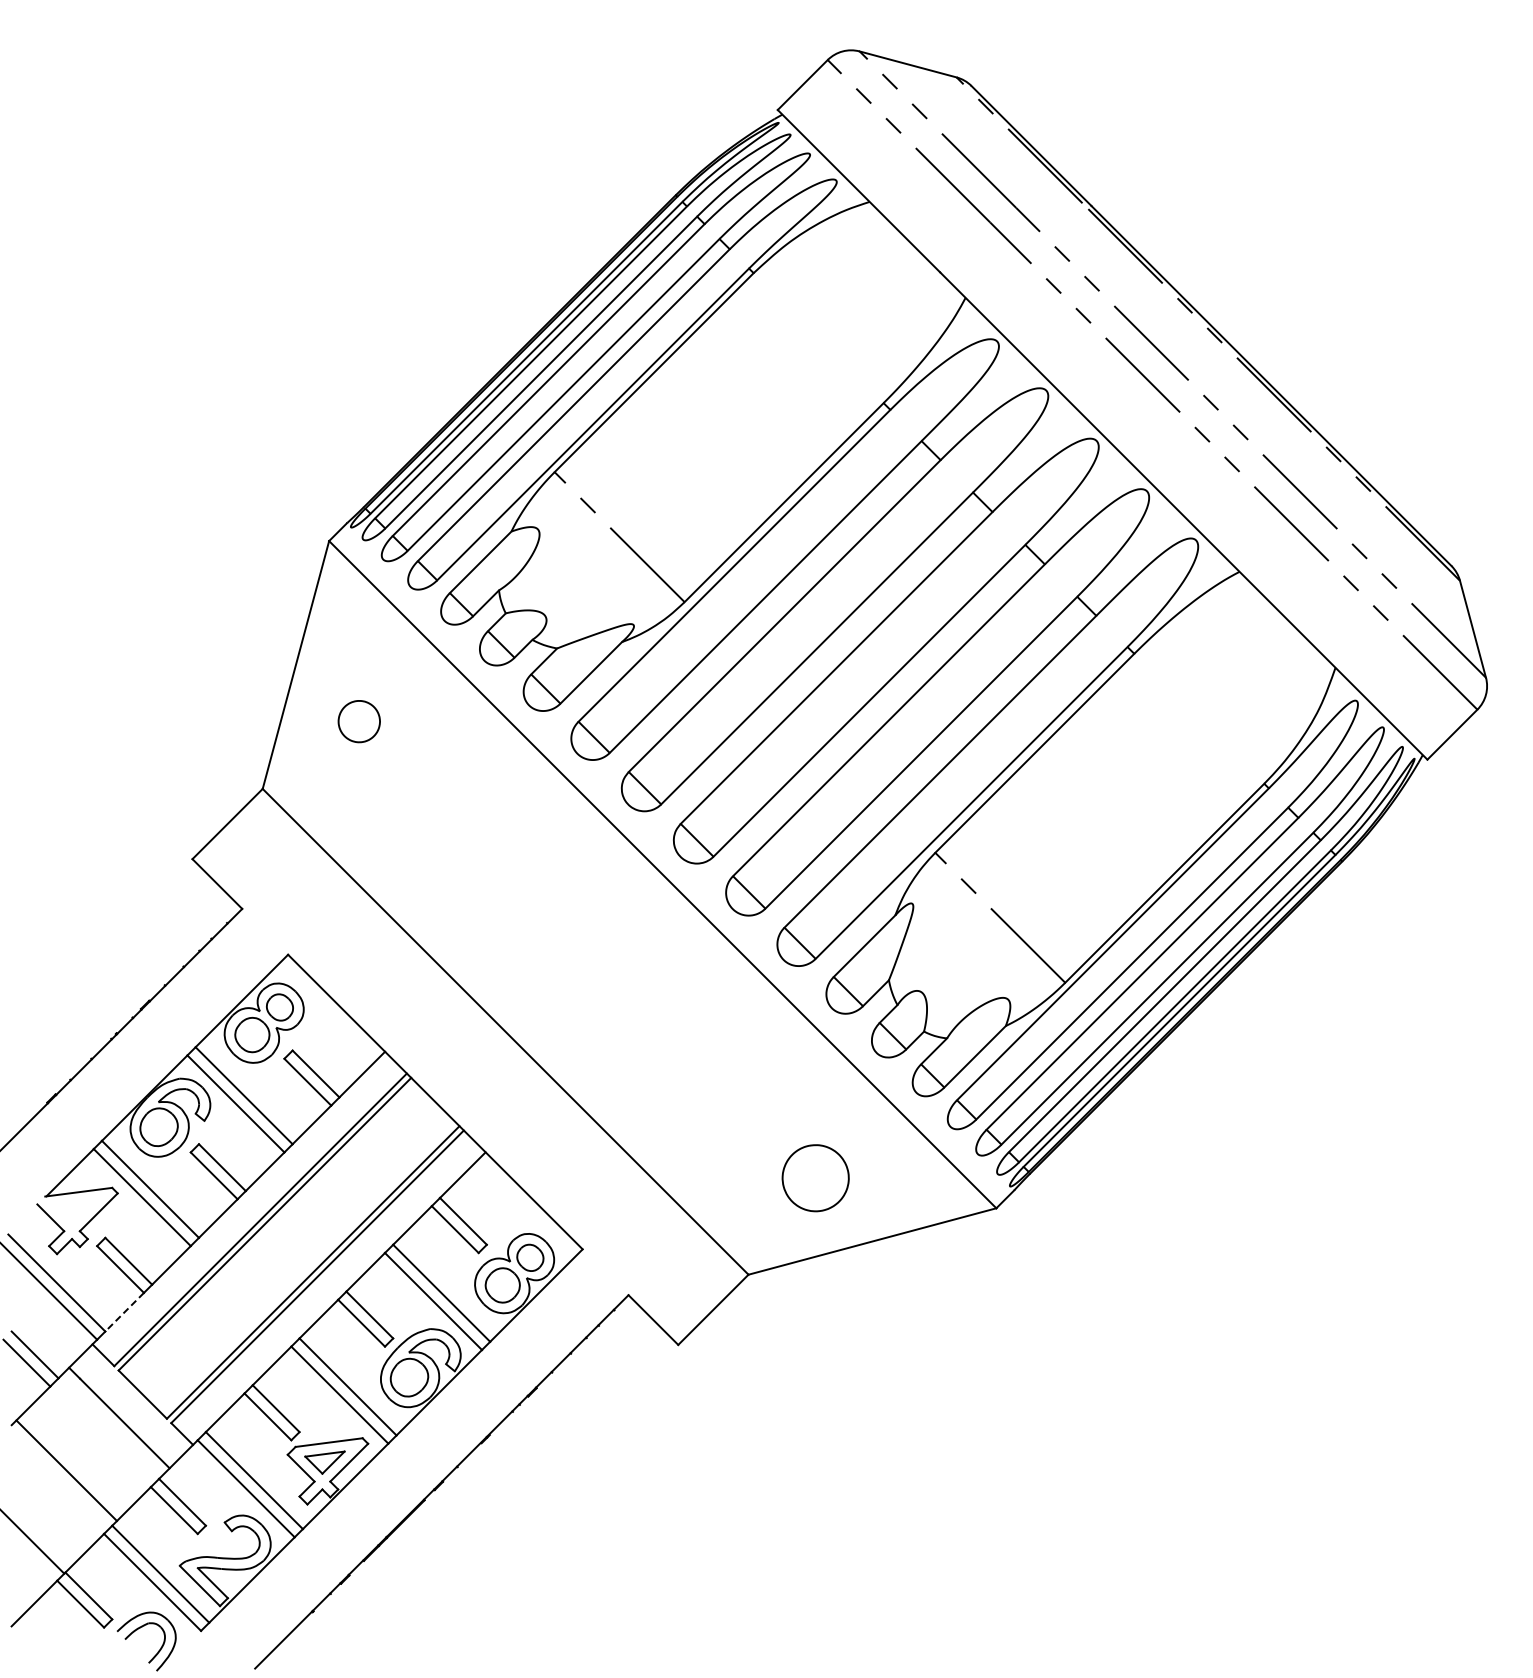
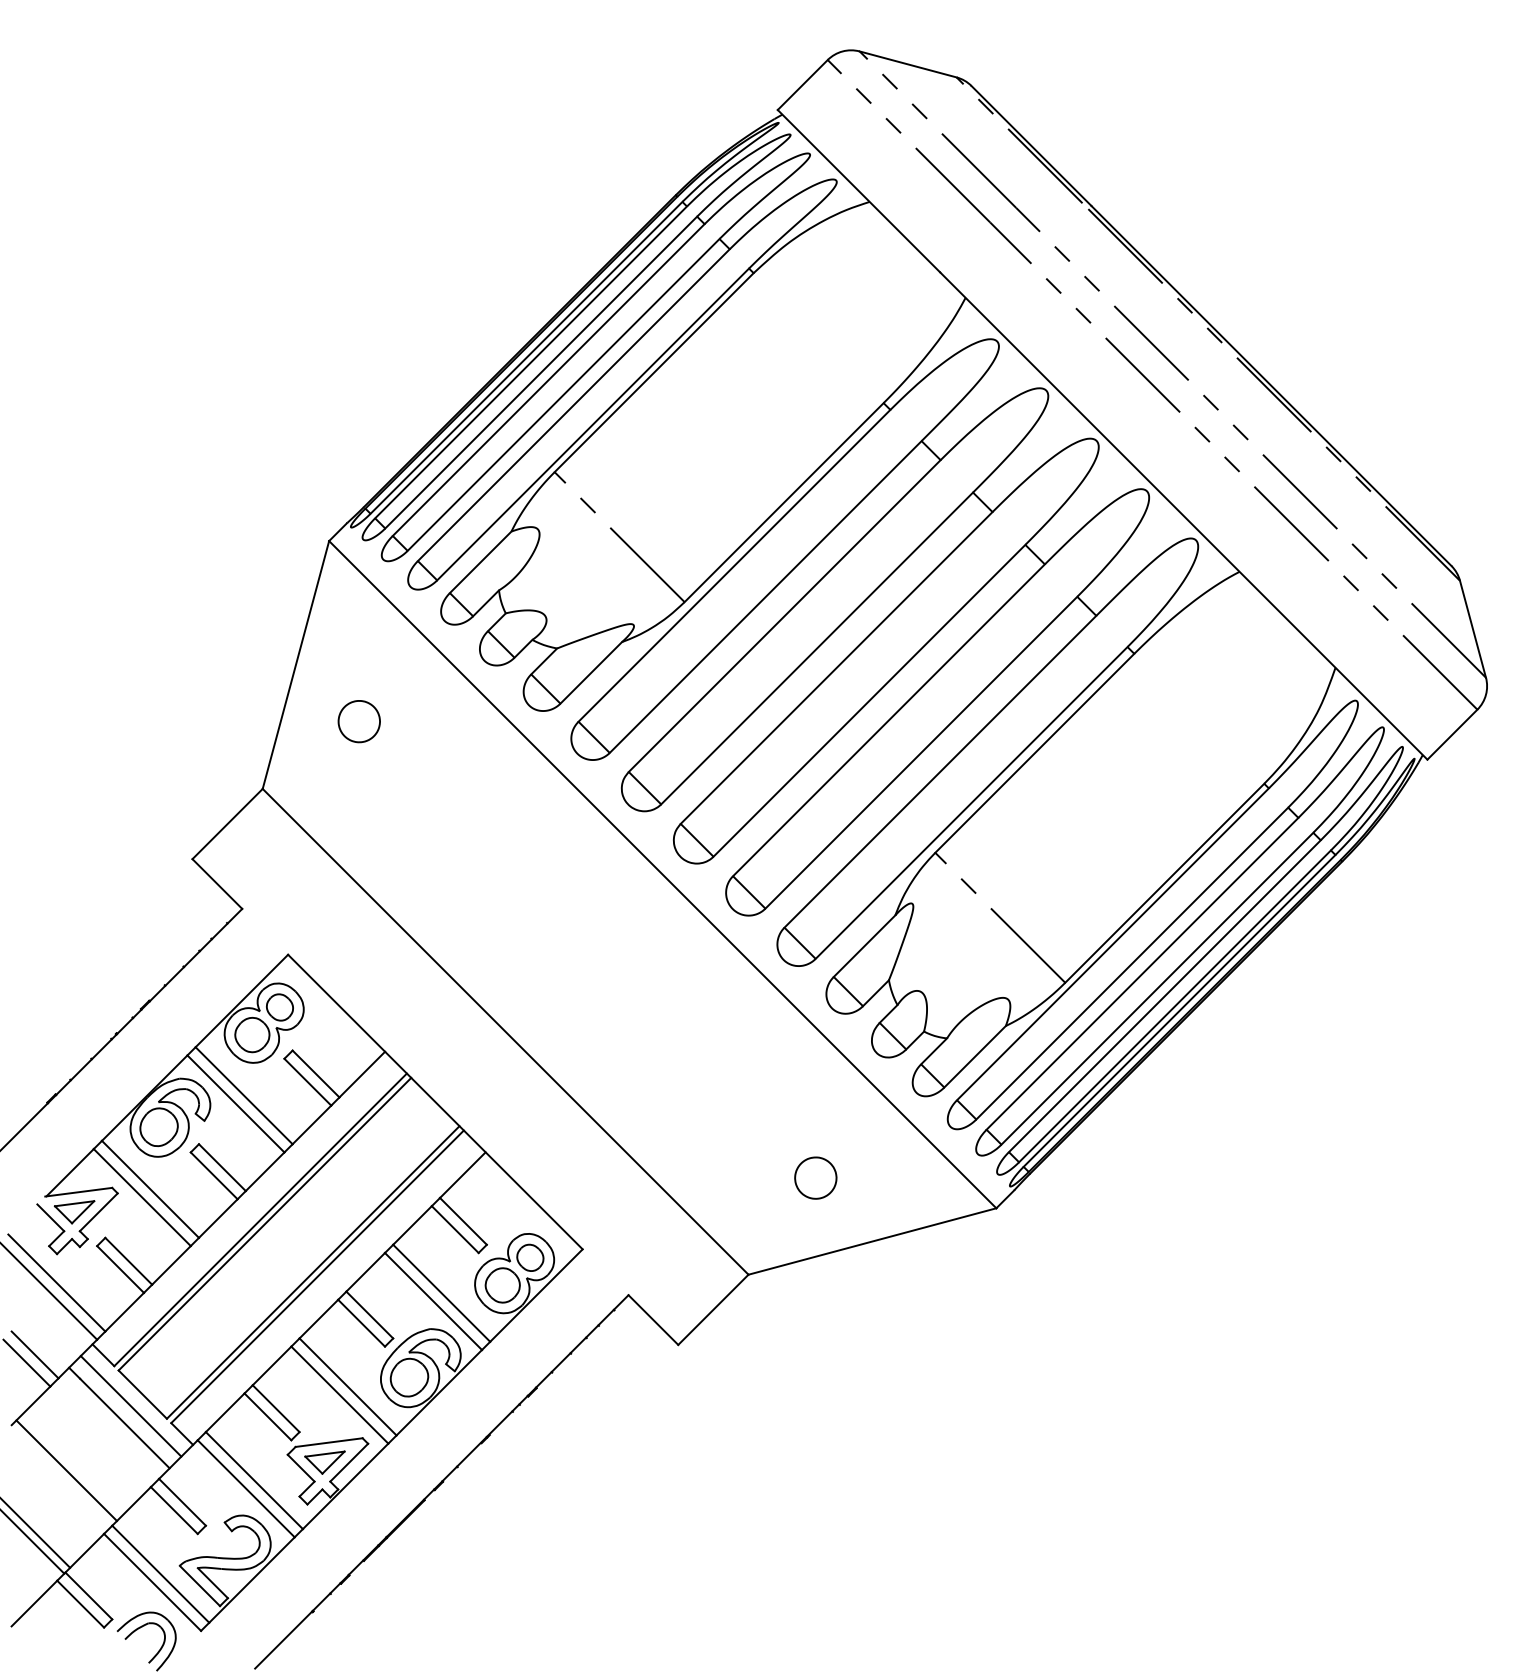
part at (815, 1178) size: 69x69 px -> 44x44 px
part at (74, 1212): none -> present
line at (124, 1312): dashed -> solid
line at (130, 1406): none -> present
line at (36, 1533): none -> present
